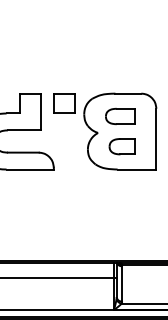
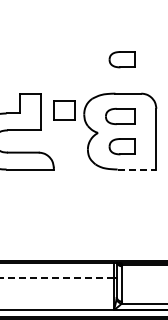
part at (121, 59): none -> present
part at (64, 103) position: (64, 103) -> (64, 110)
line at (137, 169): solid -> dashed
line at (57, 278): solid -> dashed
